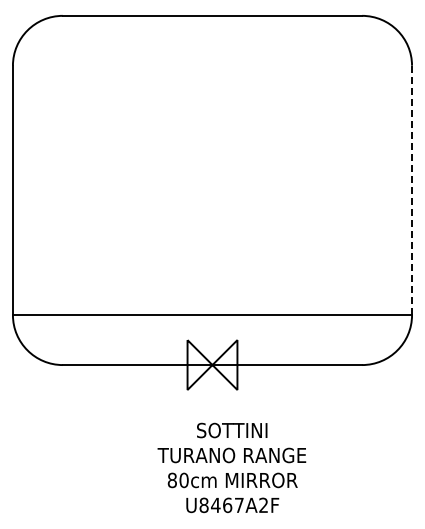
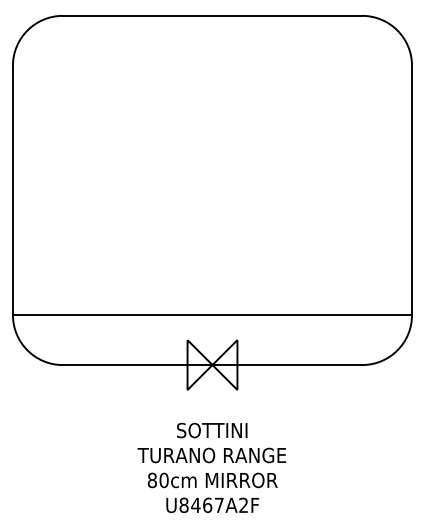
line at (412, 190): dashed -> solid
text at (231, 467) position: (231, 467) -> (211, 467)
